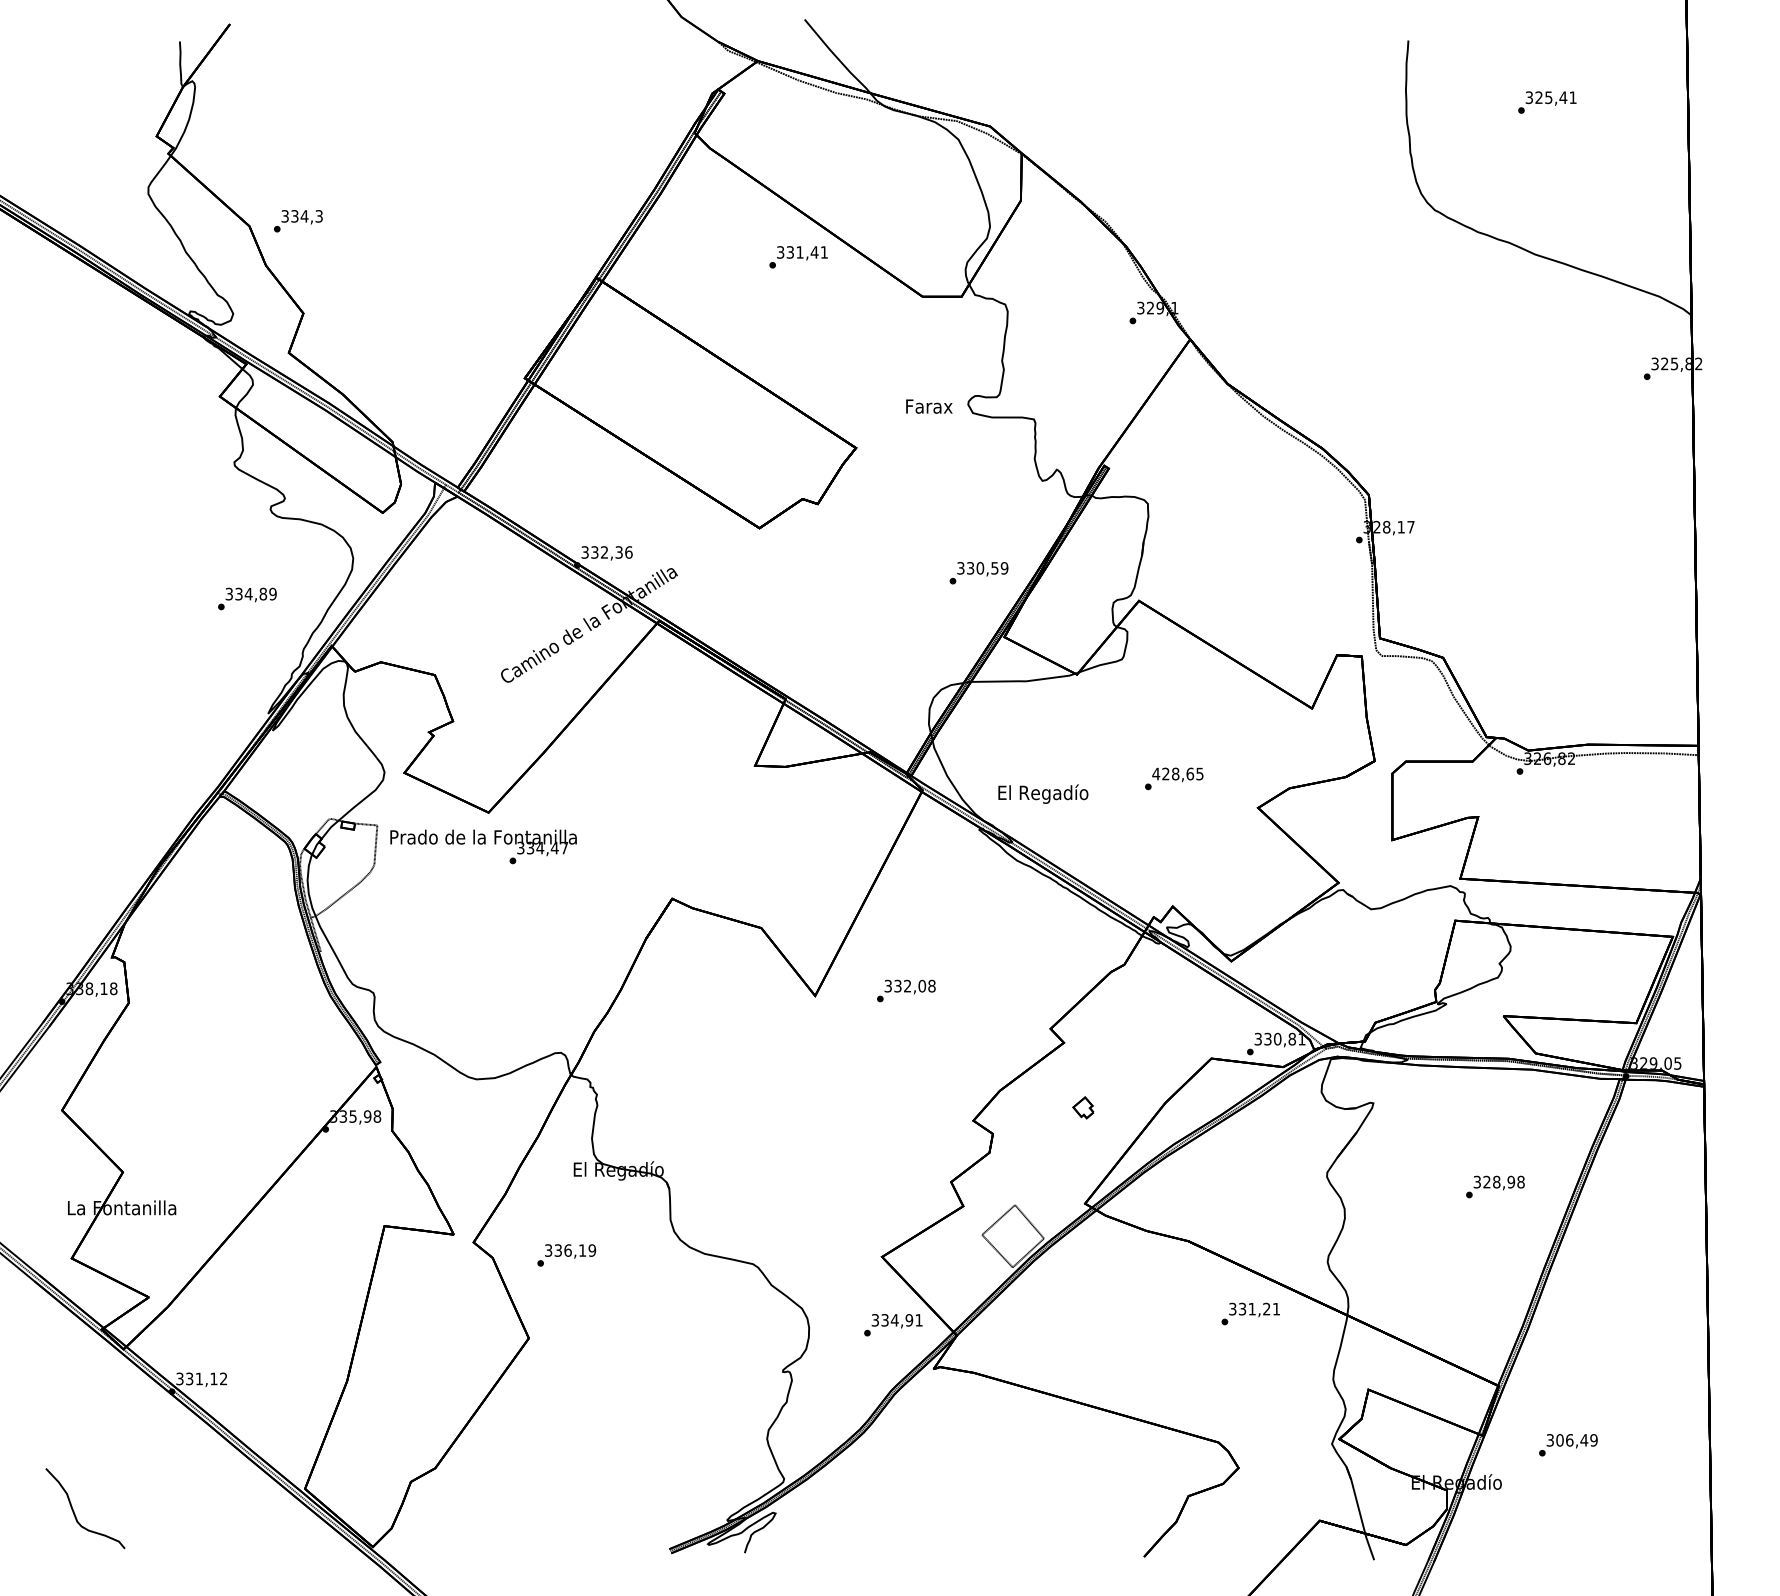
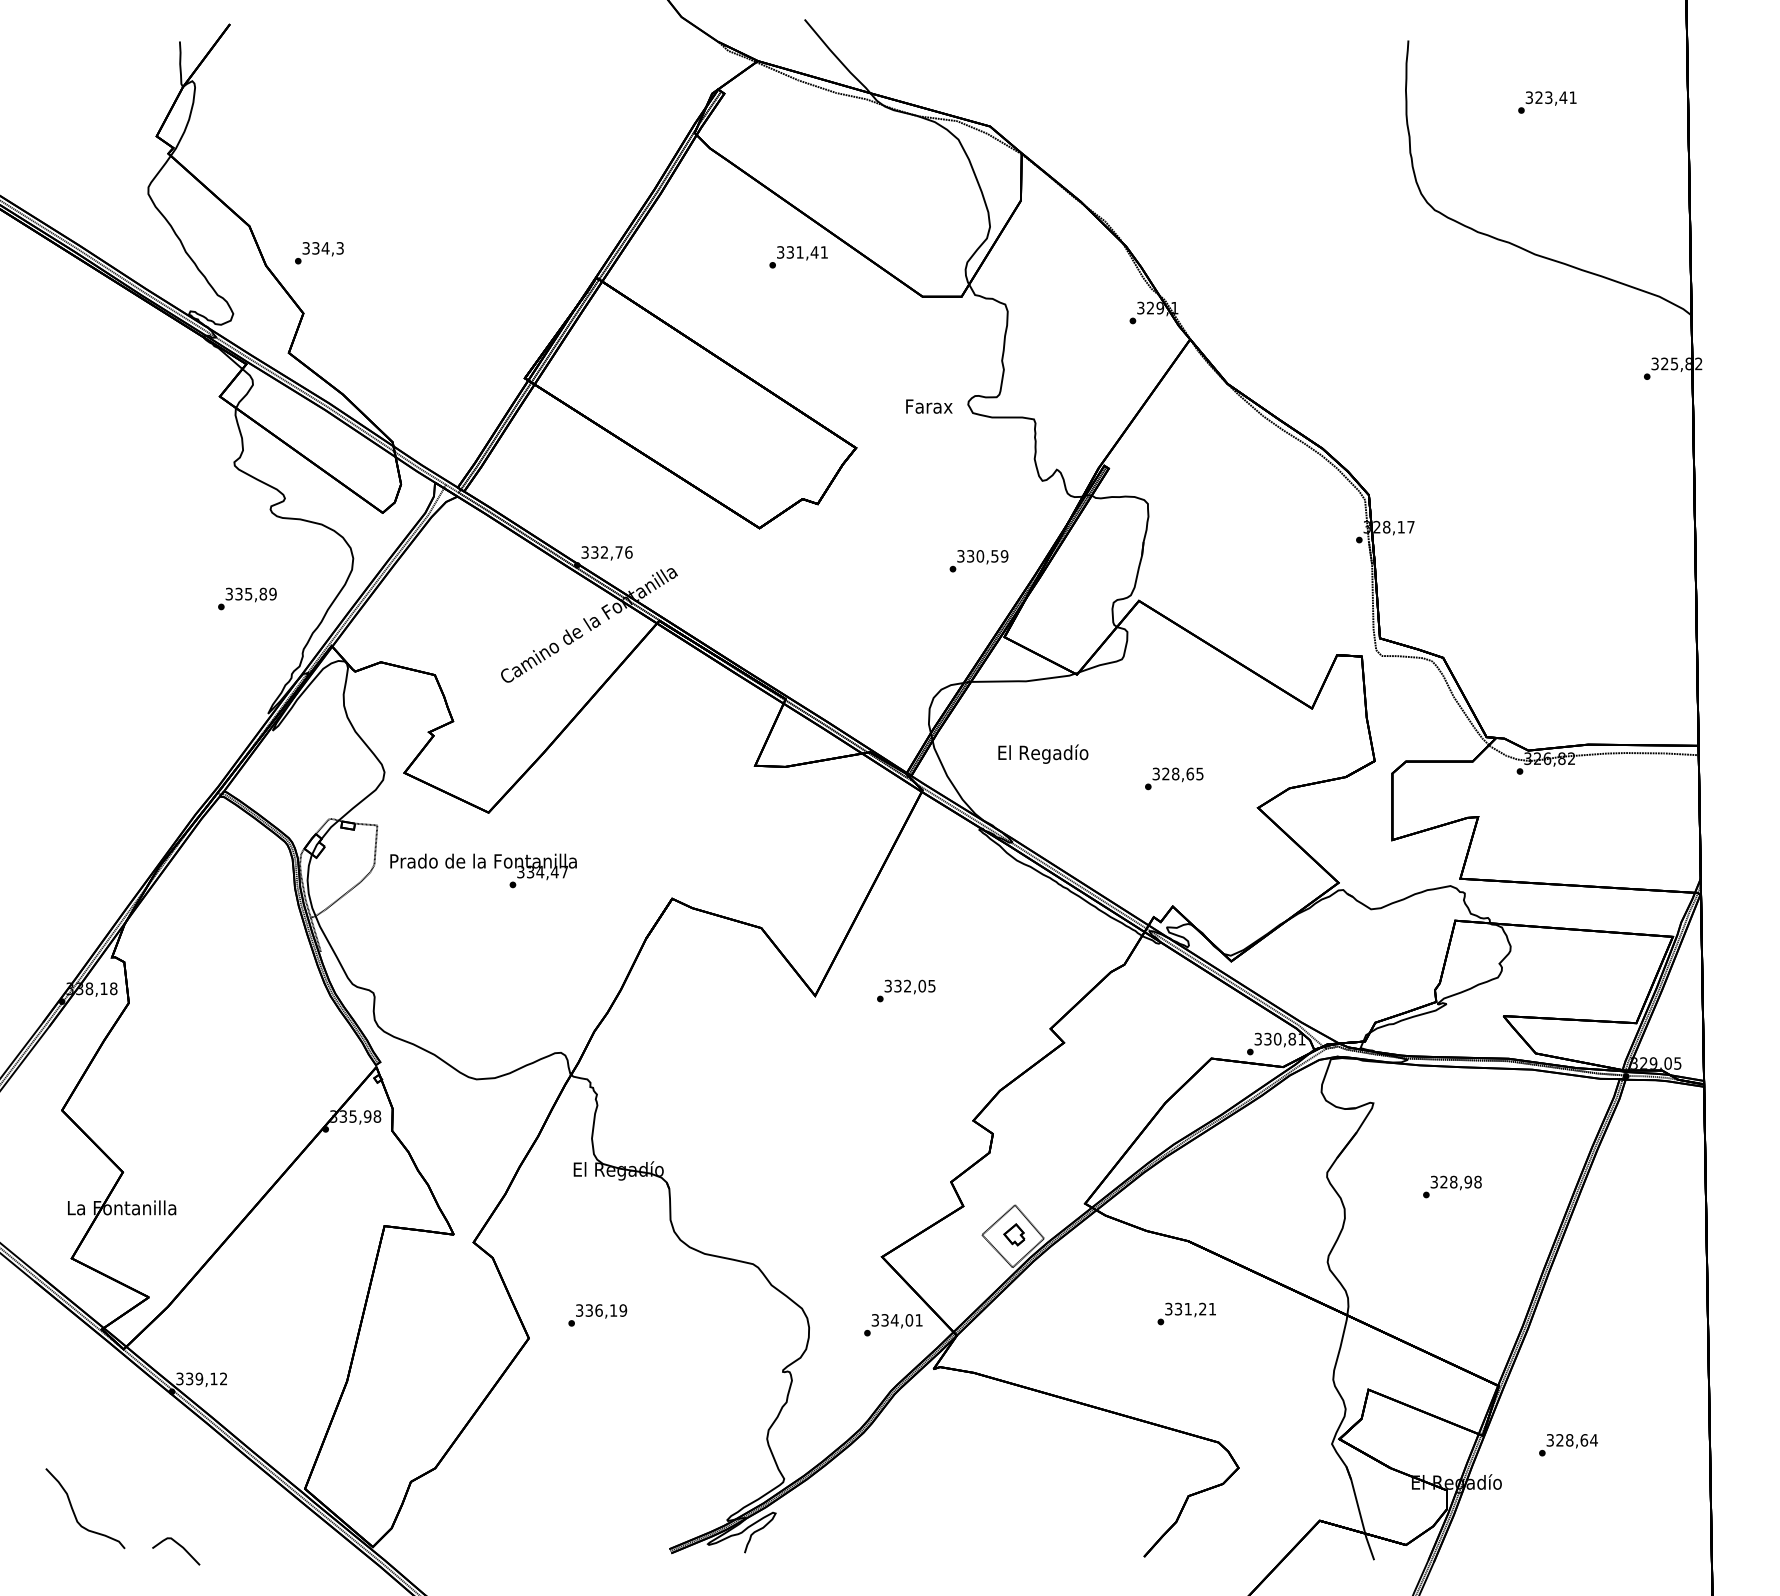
text at (1548, 96): 325,41 -> 323,41
text at (298, 221) position: (298, 221) -> (319, 253)
text at (618, 552): 332,36 -> 332,76
text at (978, 573) position: (978, 573) -> (978, 561)
text at (248, 594): 334,89 -> 335,89
text at (1156, 773): 428,65 -> 328,65
text at (1043, 793) position: (1043, 793) -> (1043, 753)
text at (483, 846) position: (483, 846) -> (483, 870)
text at (931, 985): 332,08 -> 332,05
part at (1083, 1107) position: (1083, 1107) -> (1014, 1234)
text at (1495, 1186) position: (1495, 1186) -> (1452, 1186)
text at (566, 1255) position: (566, 1255) -> (597, 1315)
text at (1250, 1313) position: (1250, 1313) -> (1186, 1313)
text at (908, 1320): 334,91 -> 334,01
text at (199, 1378): 331,12 -> 339,12
text at (1576, 1440): 306,49 -> 328,64
curve at (179, 1546): none -> present
